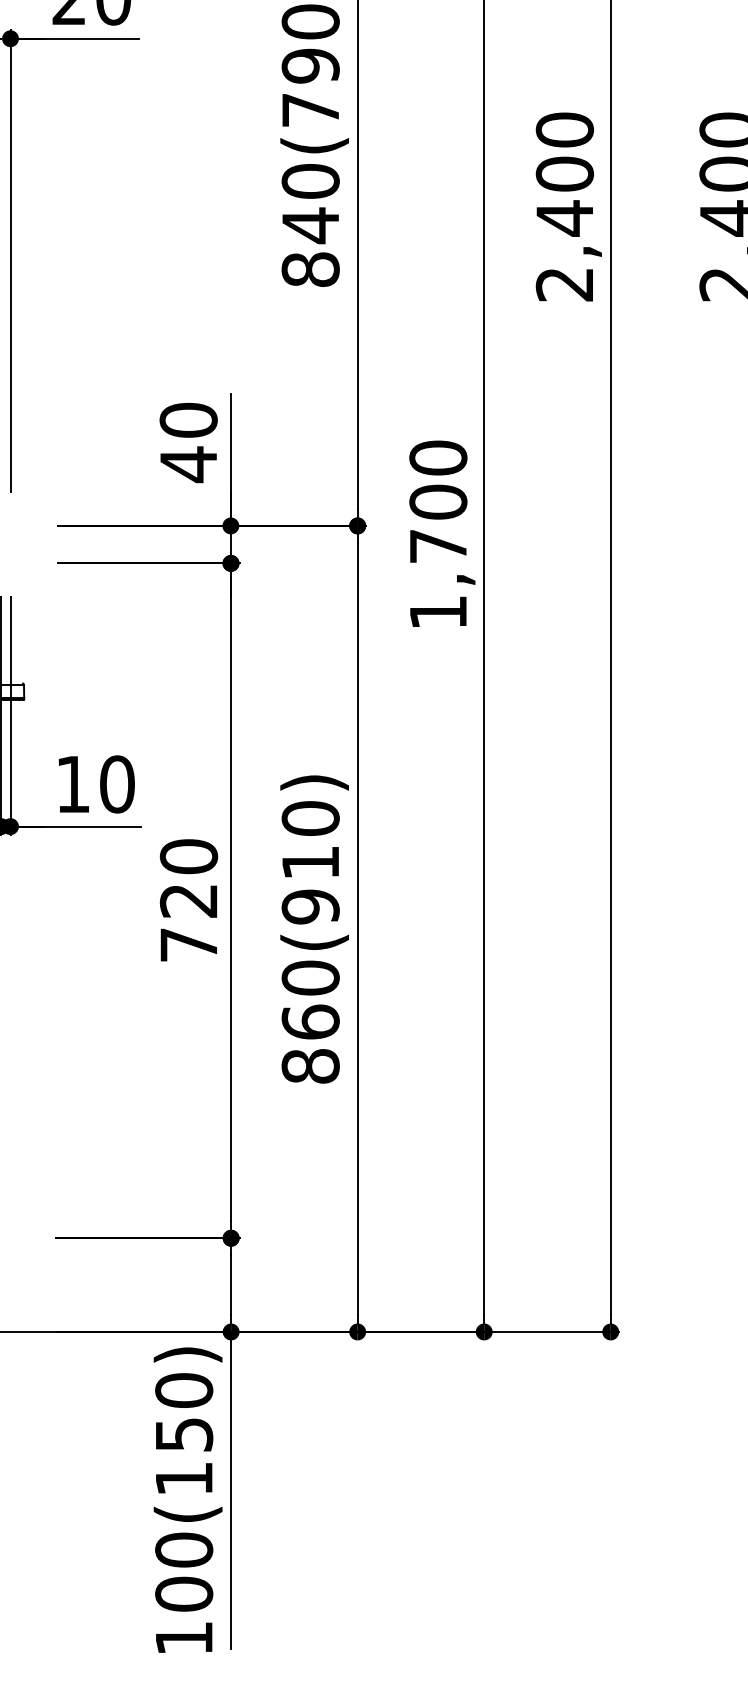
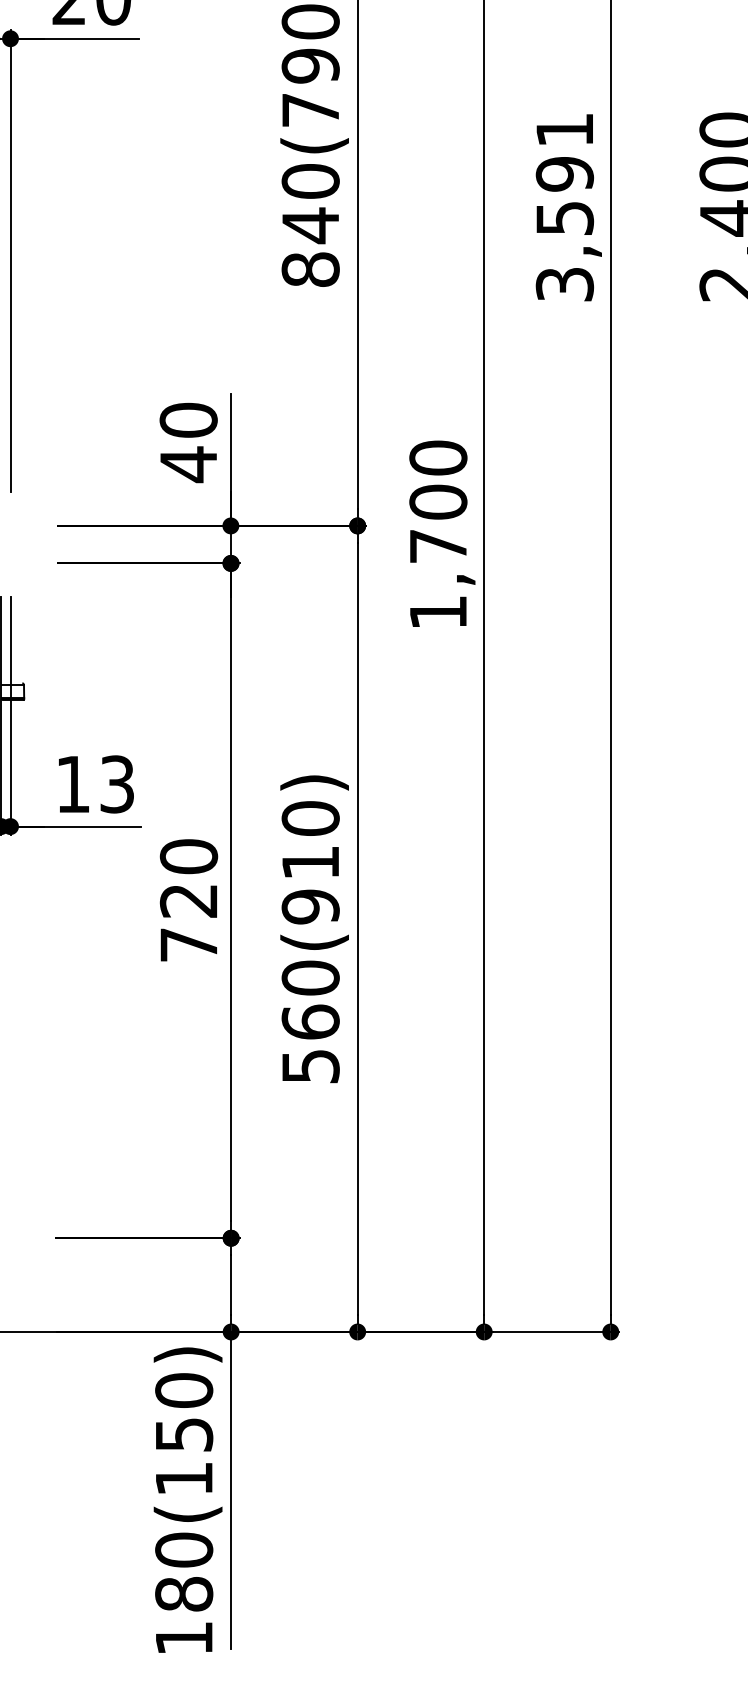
text at (564, 206): 2,400 -> 3,591
text at (117, 784): 10 -> 13
text at (310, 1066): 860(910) -> 560(910)
text at (184, 1593): 100(150) -> 180(150)
